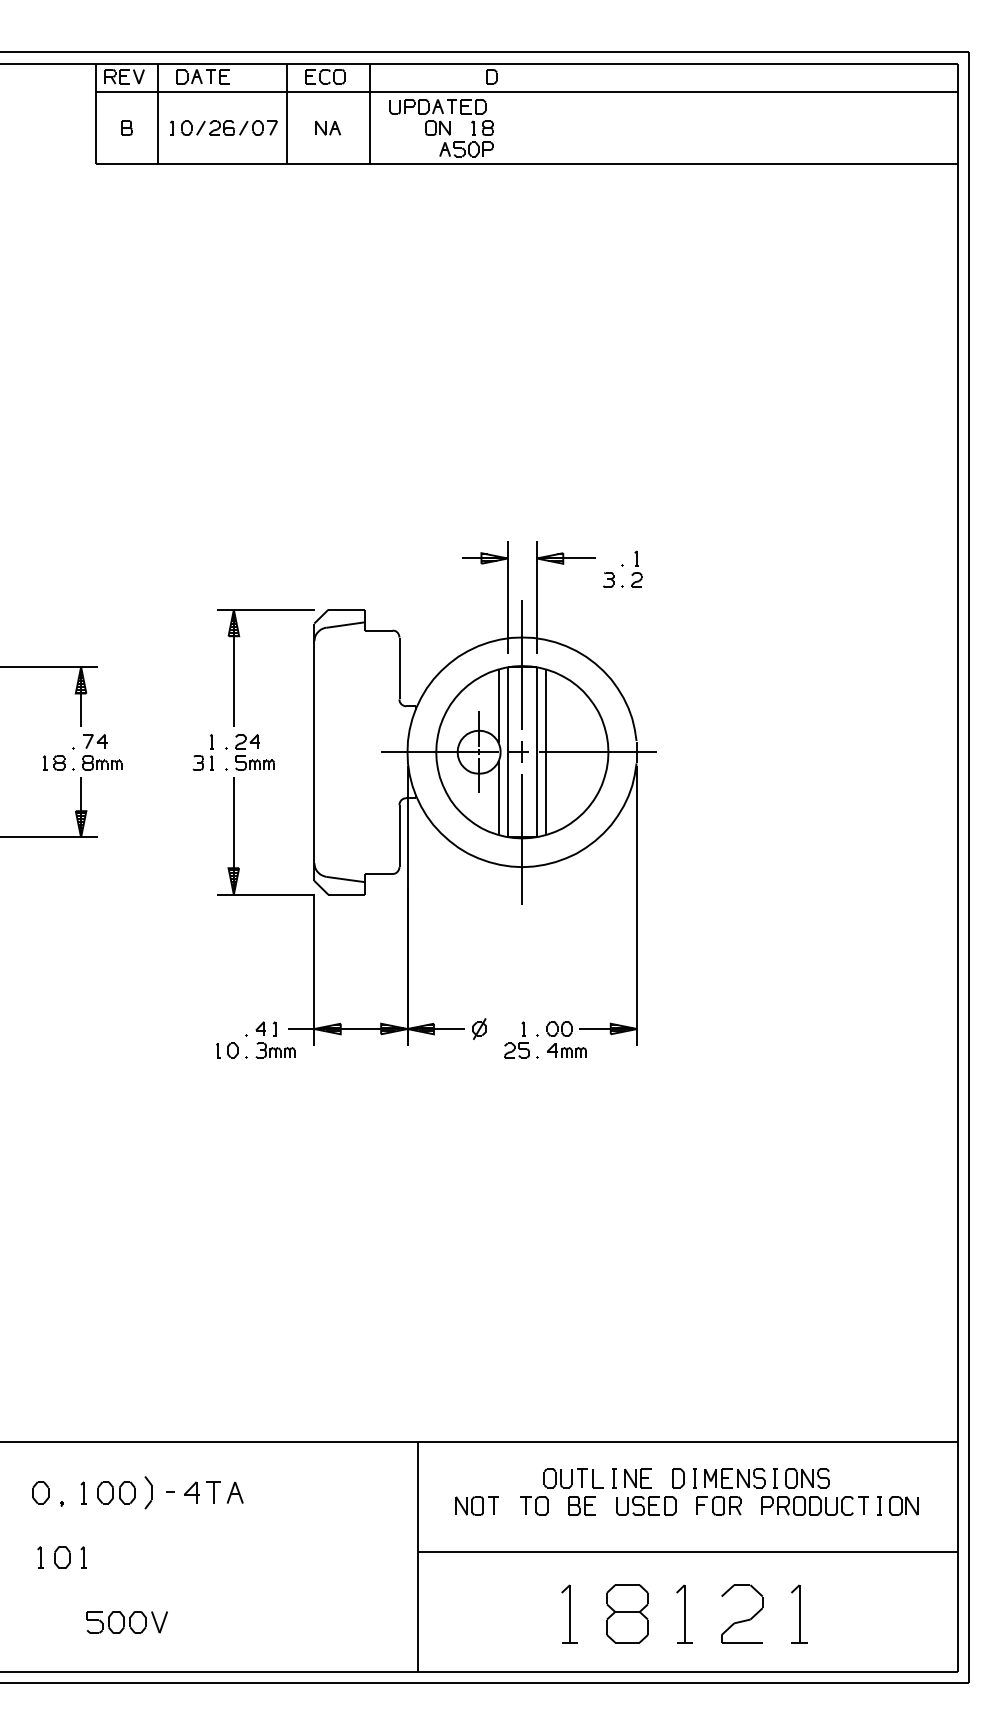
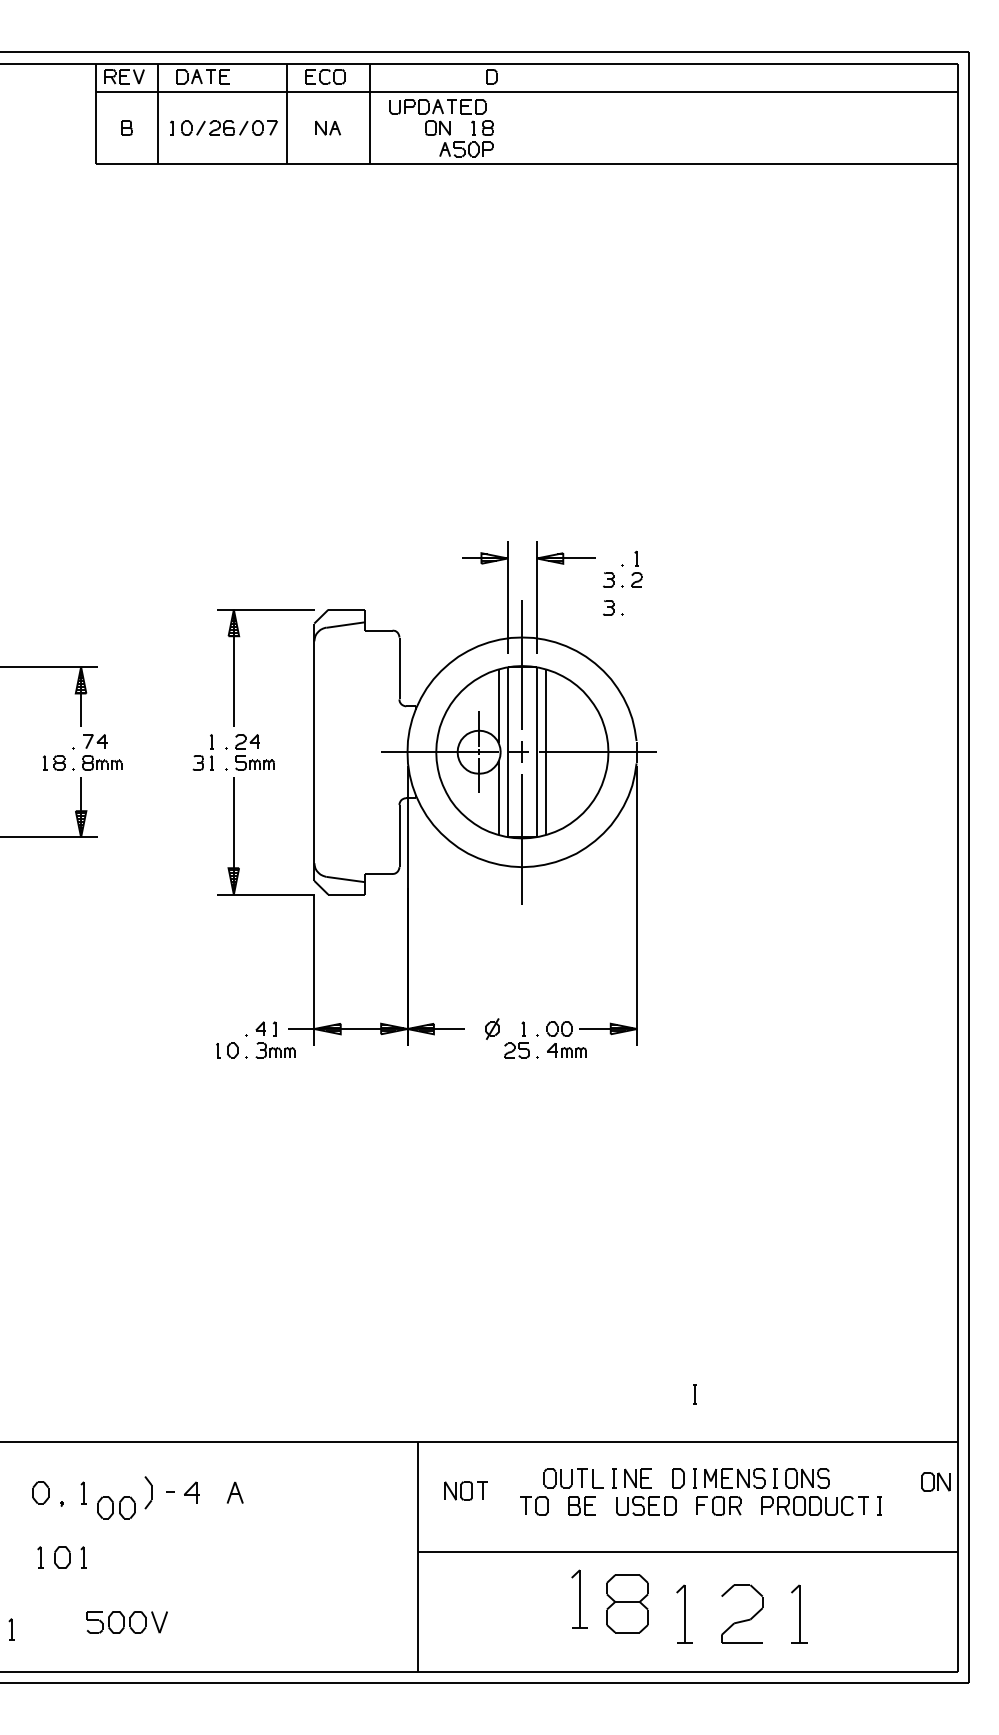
part at (613, 607): none -> present
part at (479, 1028) position: (479, 1028) -> (492, 1028)
part at (694, 1394): none -> present
part at (116, 1492) position: (116, 1492) -> (116, 1507)
part at (213, 1492): present -> none
part at (476, 1505) position: (476, 1505) -> (465, 1490)
part at (903, 1505) position: (903, 1505) -> (935, 1481)
part at (569, 1613) position: (569, 1613) -> (579, 1598)
part at (627, 1613) position: (627, 1613) -> (627, 1603)
part at (11, 1629): none -> present
